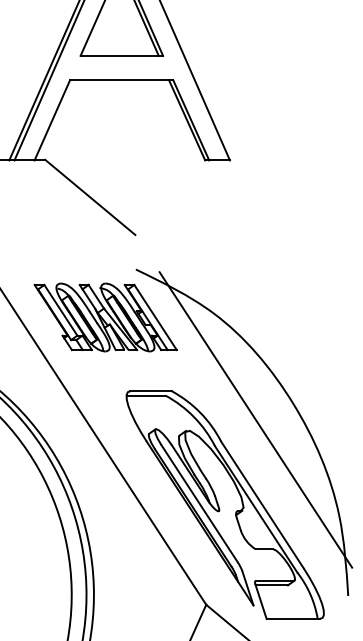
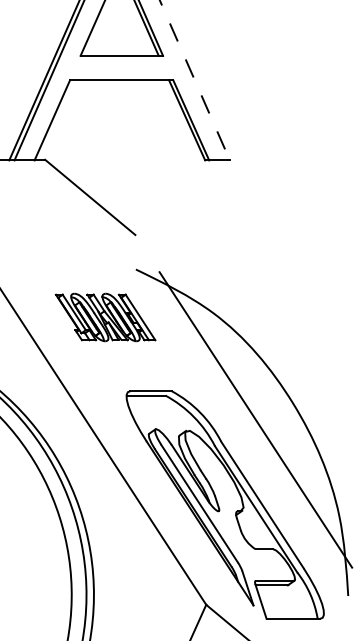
line at (195, 80): solid -> dashed
part at (105, 317) size: 145x71 px -> 103x51 px
